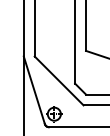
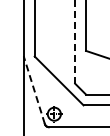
line at (75, 41): solid -> dashed
line at (34, 89): solid -> dashed
